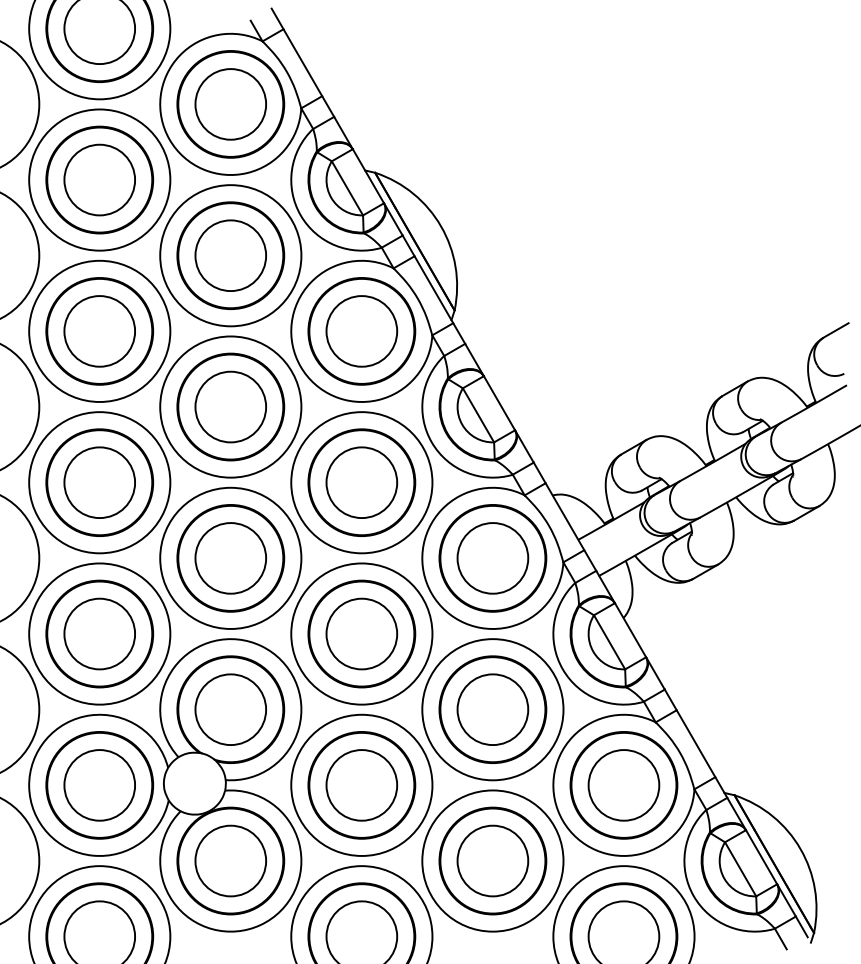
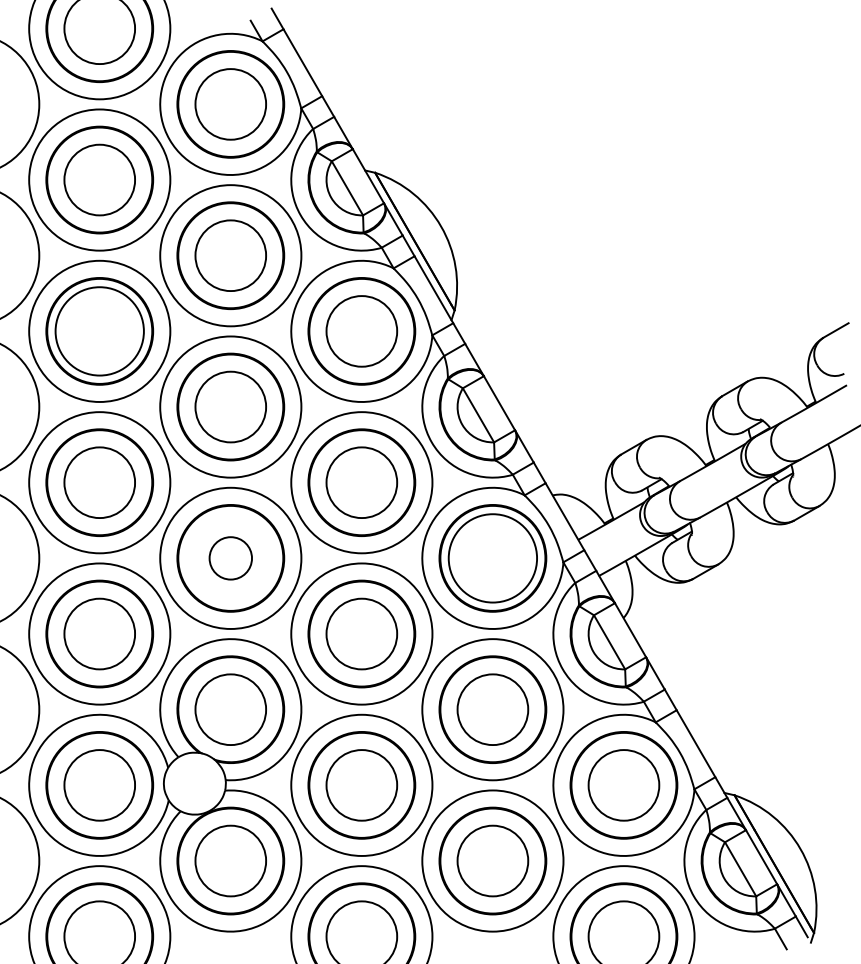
circle at (99, 331) diameter: 71 px -> 88 px
circle at (230, 558) diameter: 71 px -> 42 px
circle at (492, 558) diameter: 71 px -> 88 px
